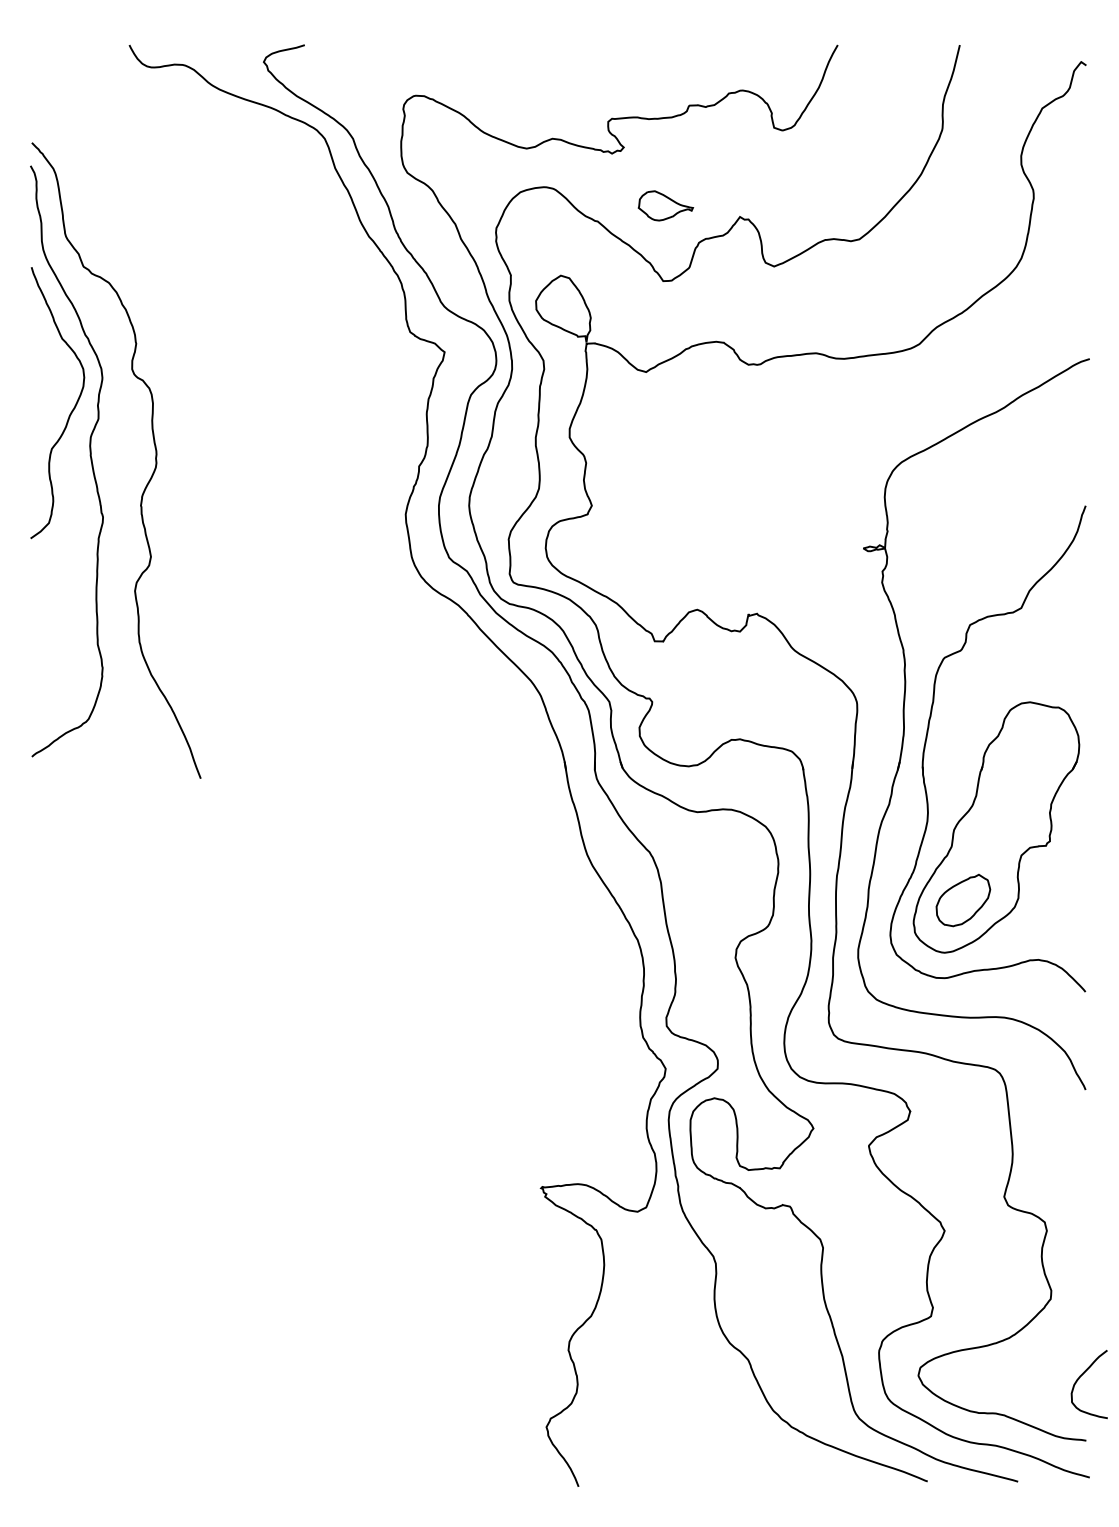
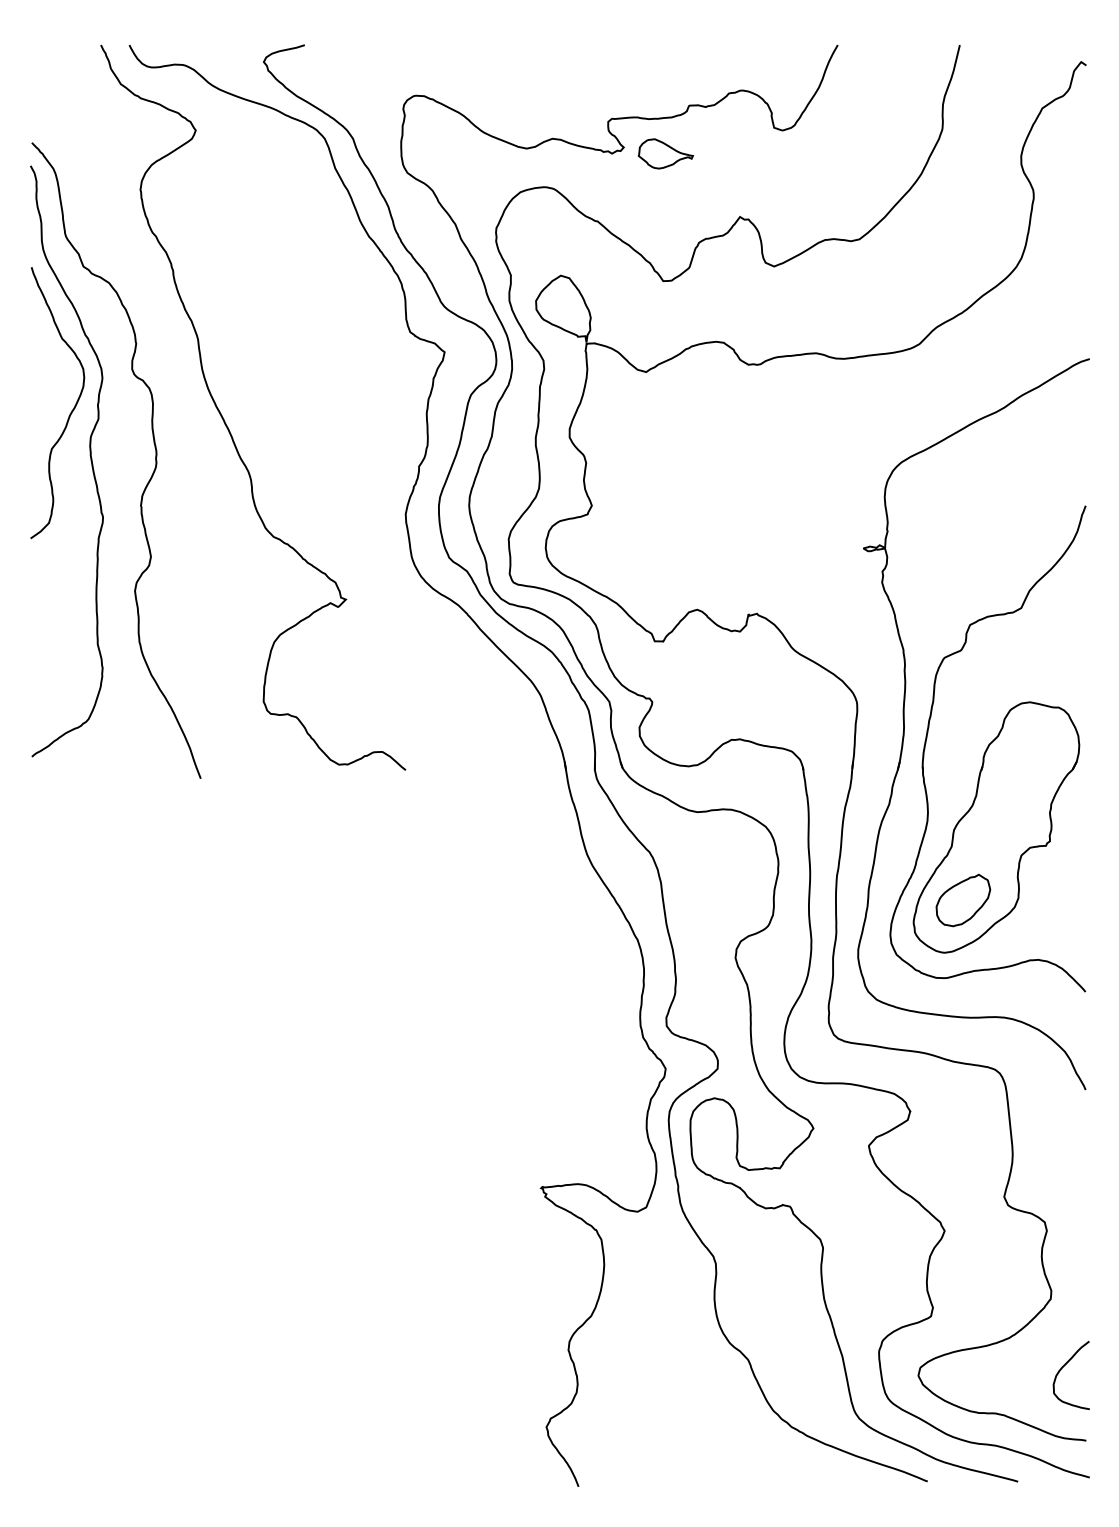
part at (665, 205) position: (665, 205) -> (665, 153)
curve at (225, 421): none -> present
curve at (1079, 1379) position: (1079, 1379) -> (1061, 1370)
